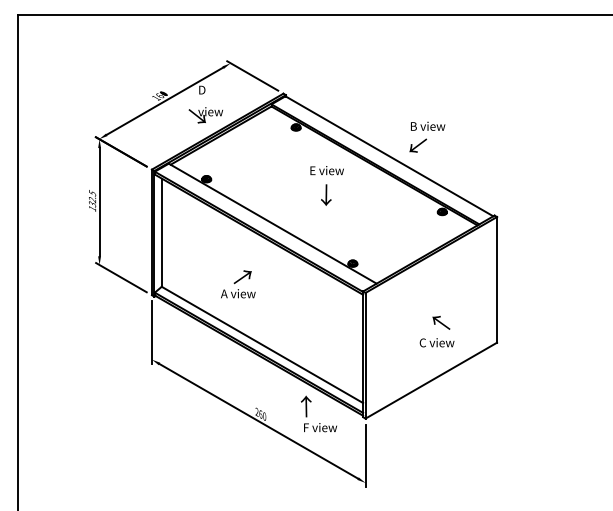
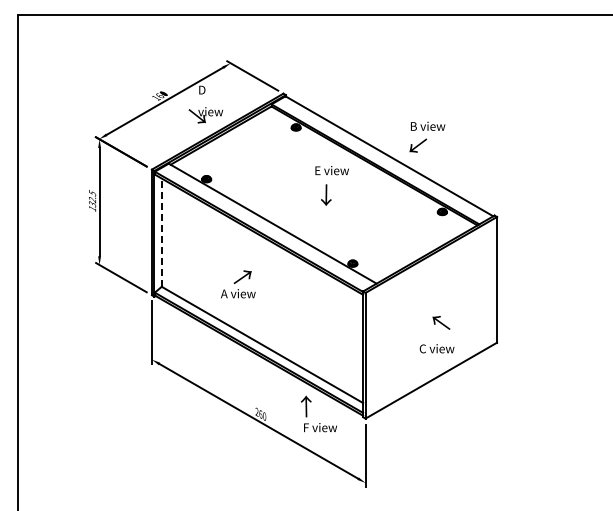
text at (326, 170) position: (326, 170) -> (331, 170)
line at (161, 232): solid -> dashed
text at (436, 342) position: (436, 342) -> (436, 348)
